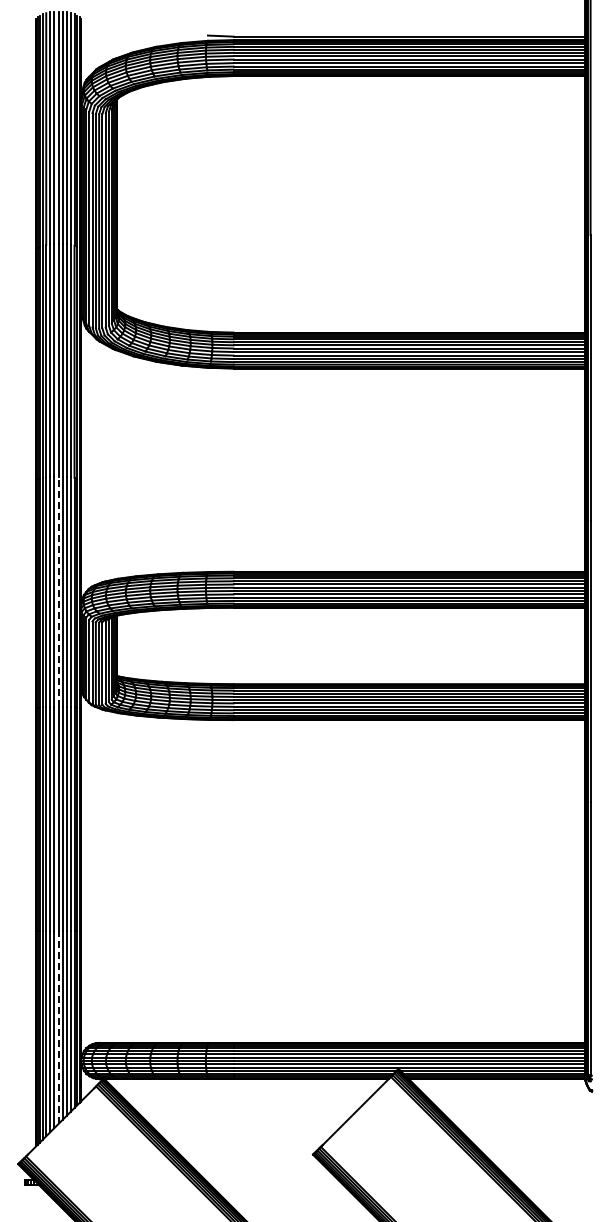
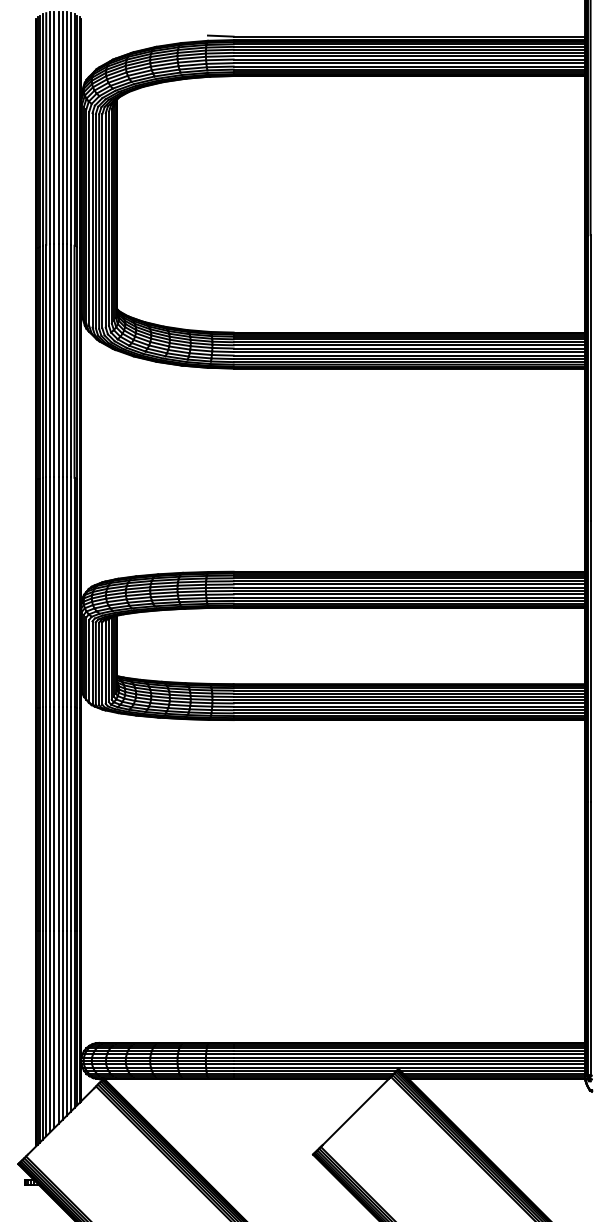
line at (58, 591): dashed -> solid
line at (58, 1027): dashed -> solid
